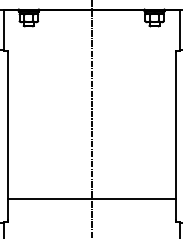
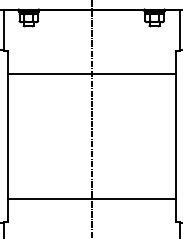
line at (91, 74): none -> present
